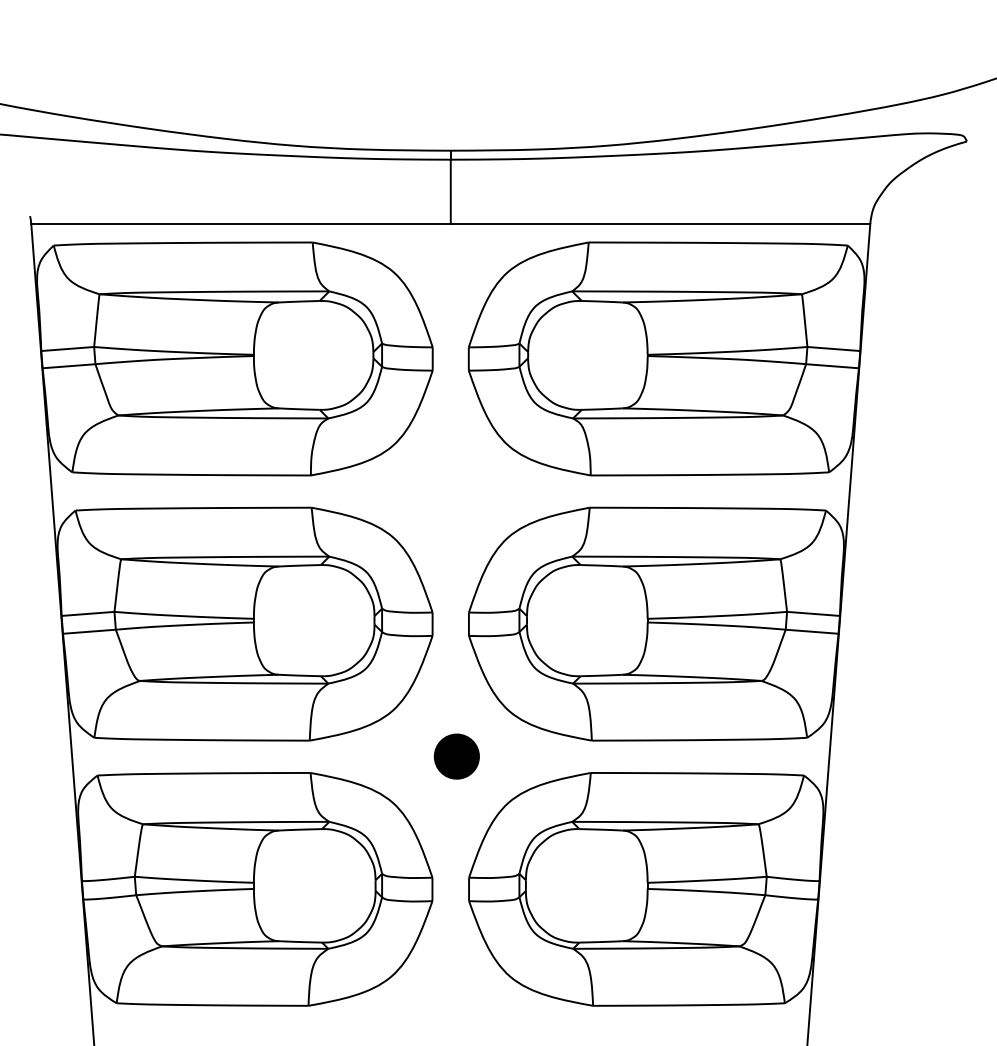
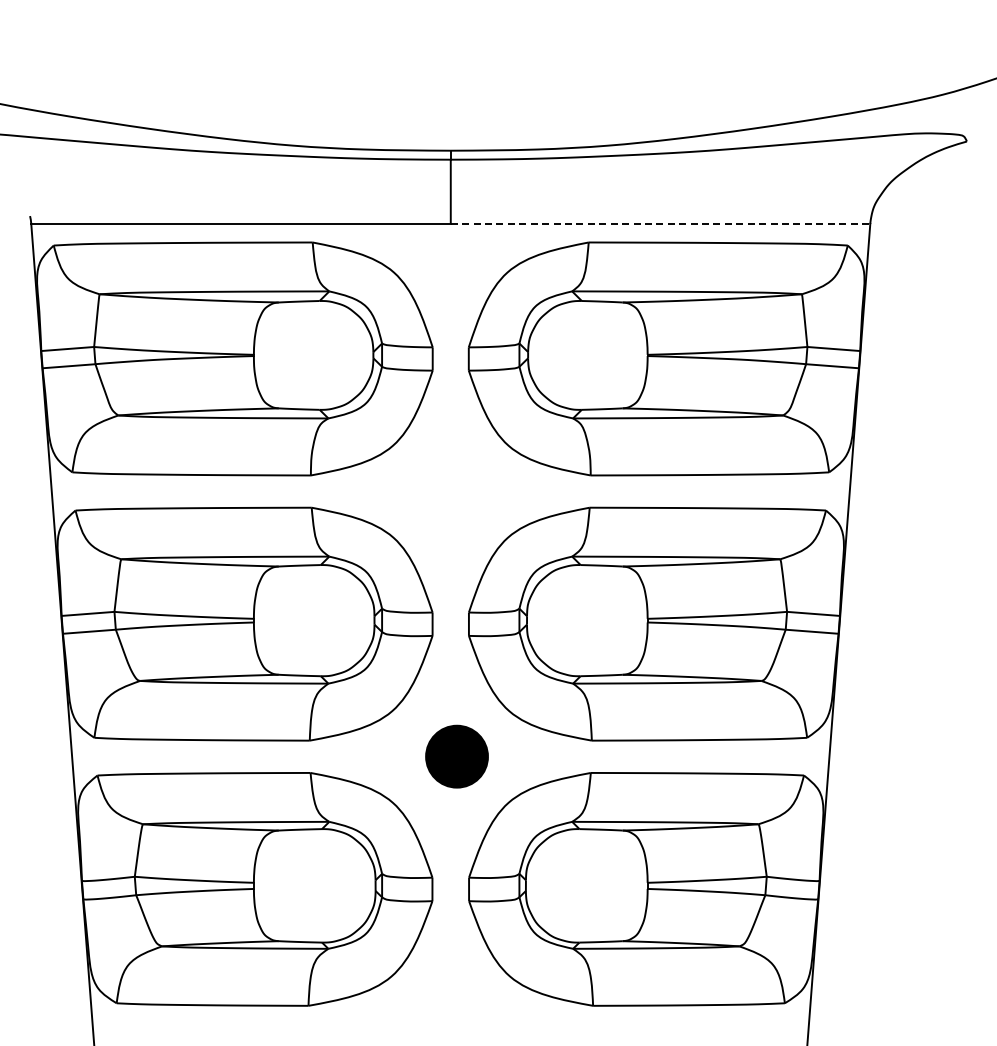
line at (660, 223): solid -> dashed
part at (456, 756) size: 47x47 px -> 64x65 px
